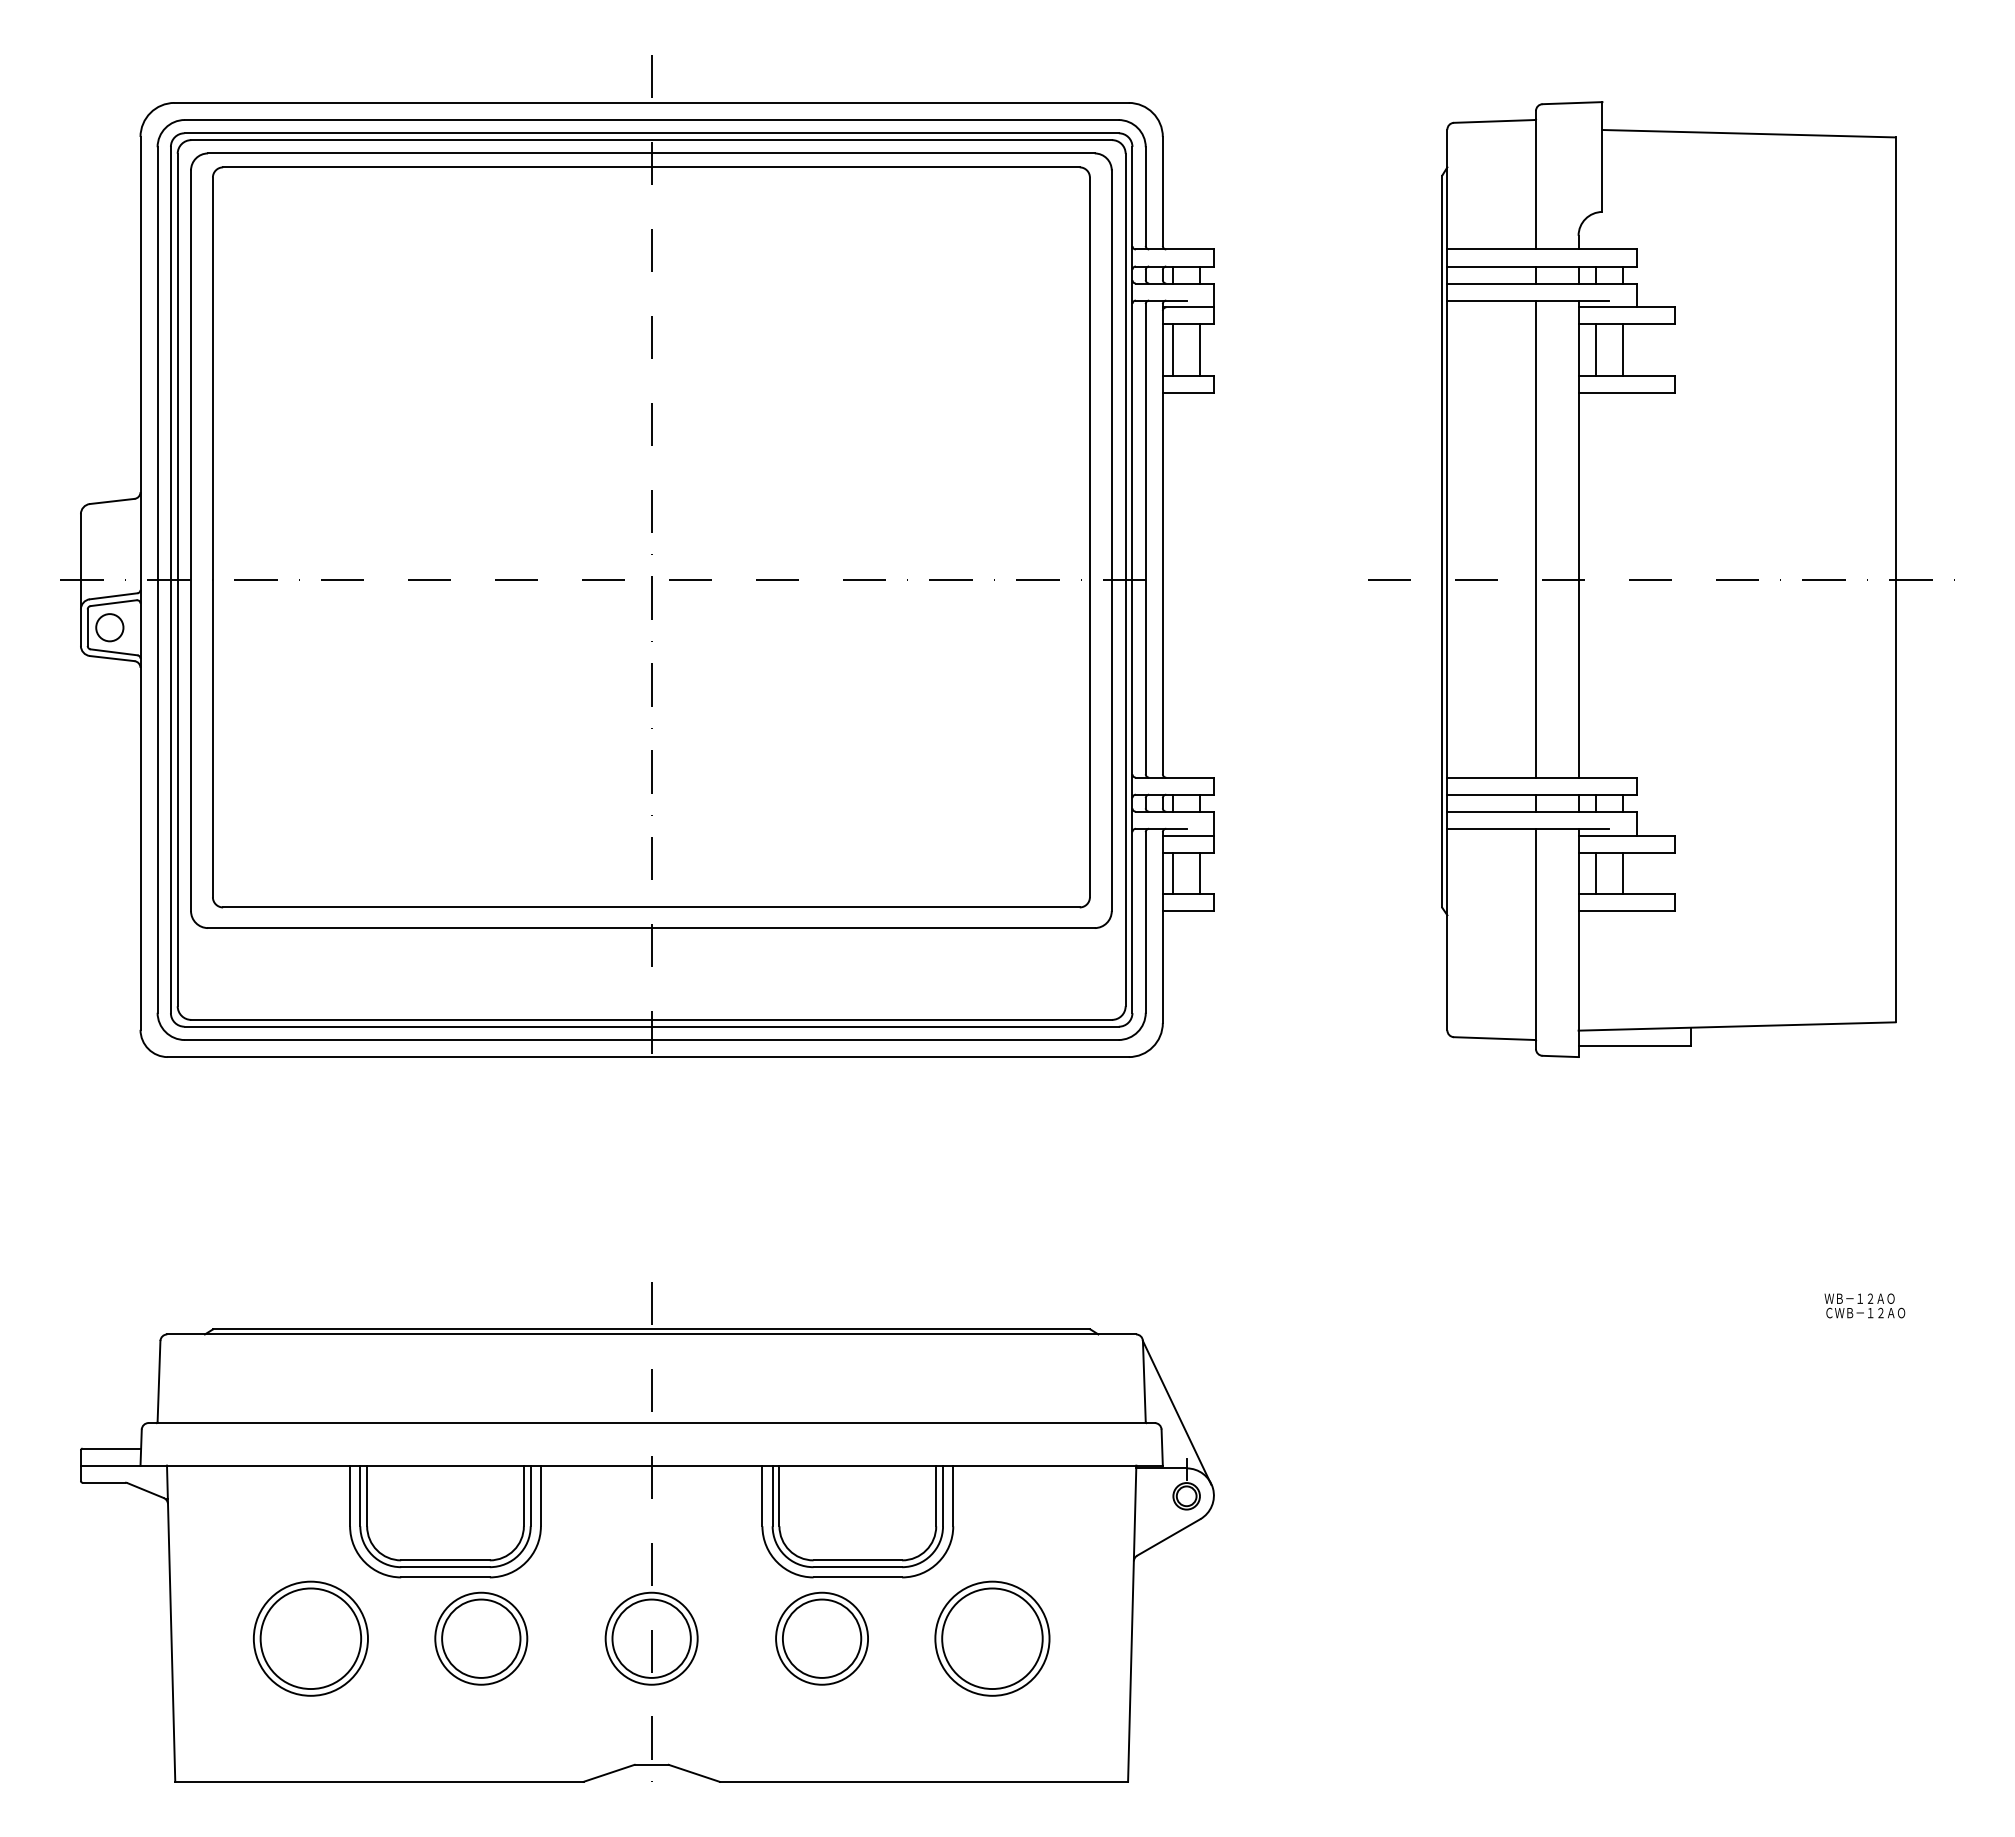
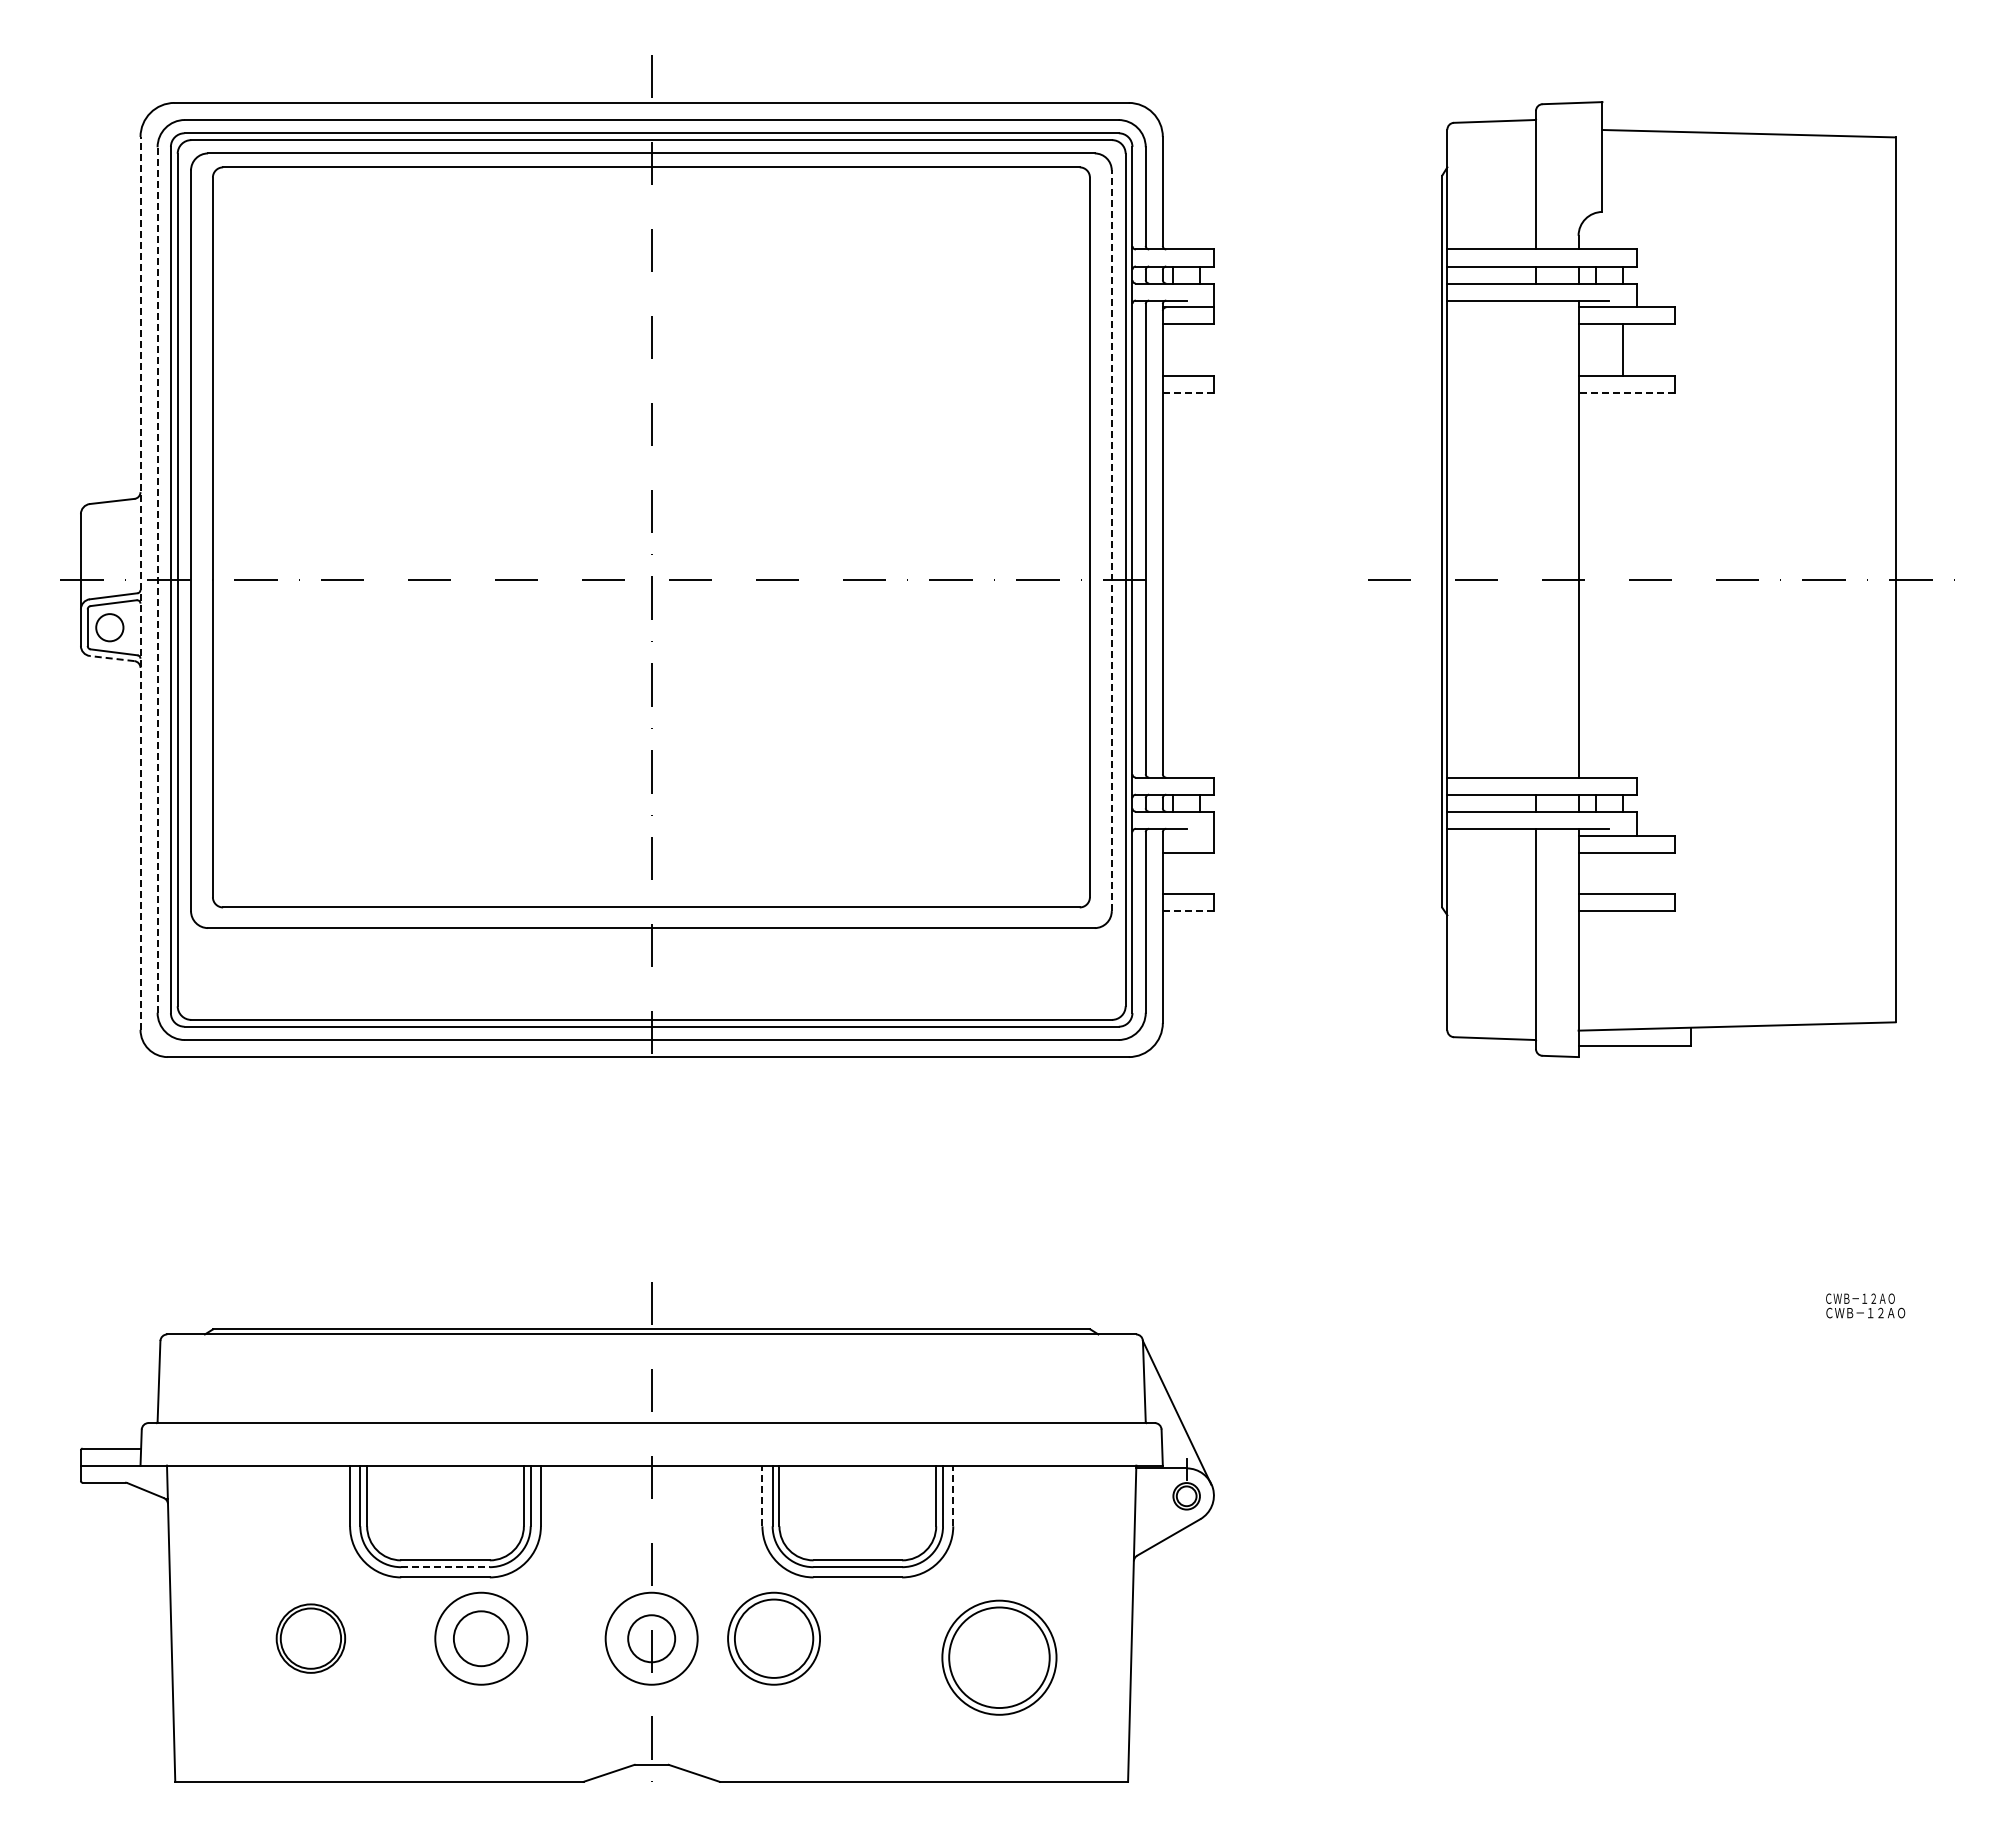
line at (1173, 349): present -> none
line at (1199, 349): present -> none
line at (1595, 349): present -> none
line at (1188, 392): solid -> dashed
line at (1626, 392): solid -> dashed
line at (1535, 538): present -> none
line at (1111, 540): solid -> dashed
line at (157, 580): solid -> dashed
line at (140, 582): solid -> dashed
line at (111, 658): solid -> dashed
line at (1187, 835): present -> none
line at (1173, 872): present -> none
line at (1199, 872): present -> none
line at (1595, 872): present -> none
line at (1622, 872): present -> none
line at (1188, 910): solid -> dashed
text at (1859, 1298): ＷＢ－１２ＡＯ -> ＣＷＢ－１２ＡＯ
line at (762, 1495): solid -> dashed
line at (953, 1495): solid -> dashed
line at (446, 1567): solid -> dashed
part at (310, 1638) size: 116x117 px -> 72x71 px
circle at (481, 1638) diameter: 78 px -> 55 px
circle at (651, 1638) diameter: 78 px -> 47 px
part at (821, 1638) position: (821, 1638) -> (773, 1638)
part at (992, 1638) position: (992, 1638) -> (999, 1657)
